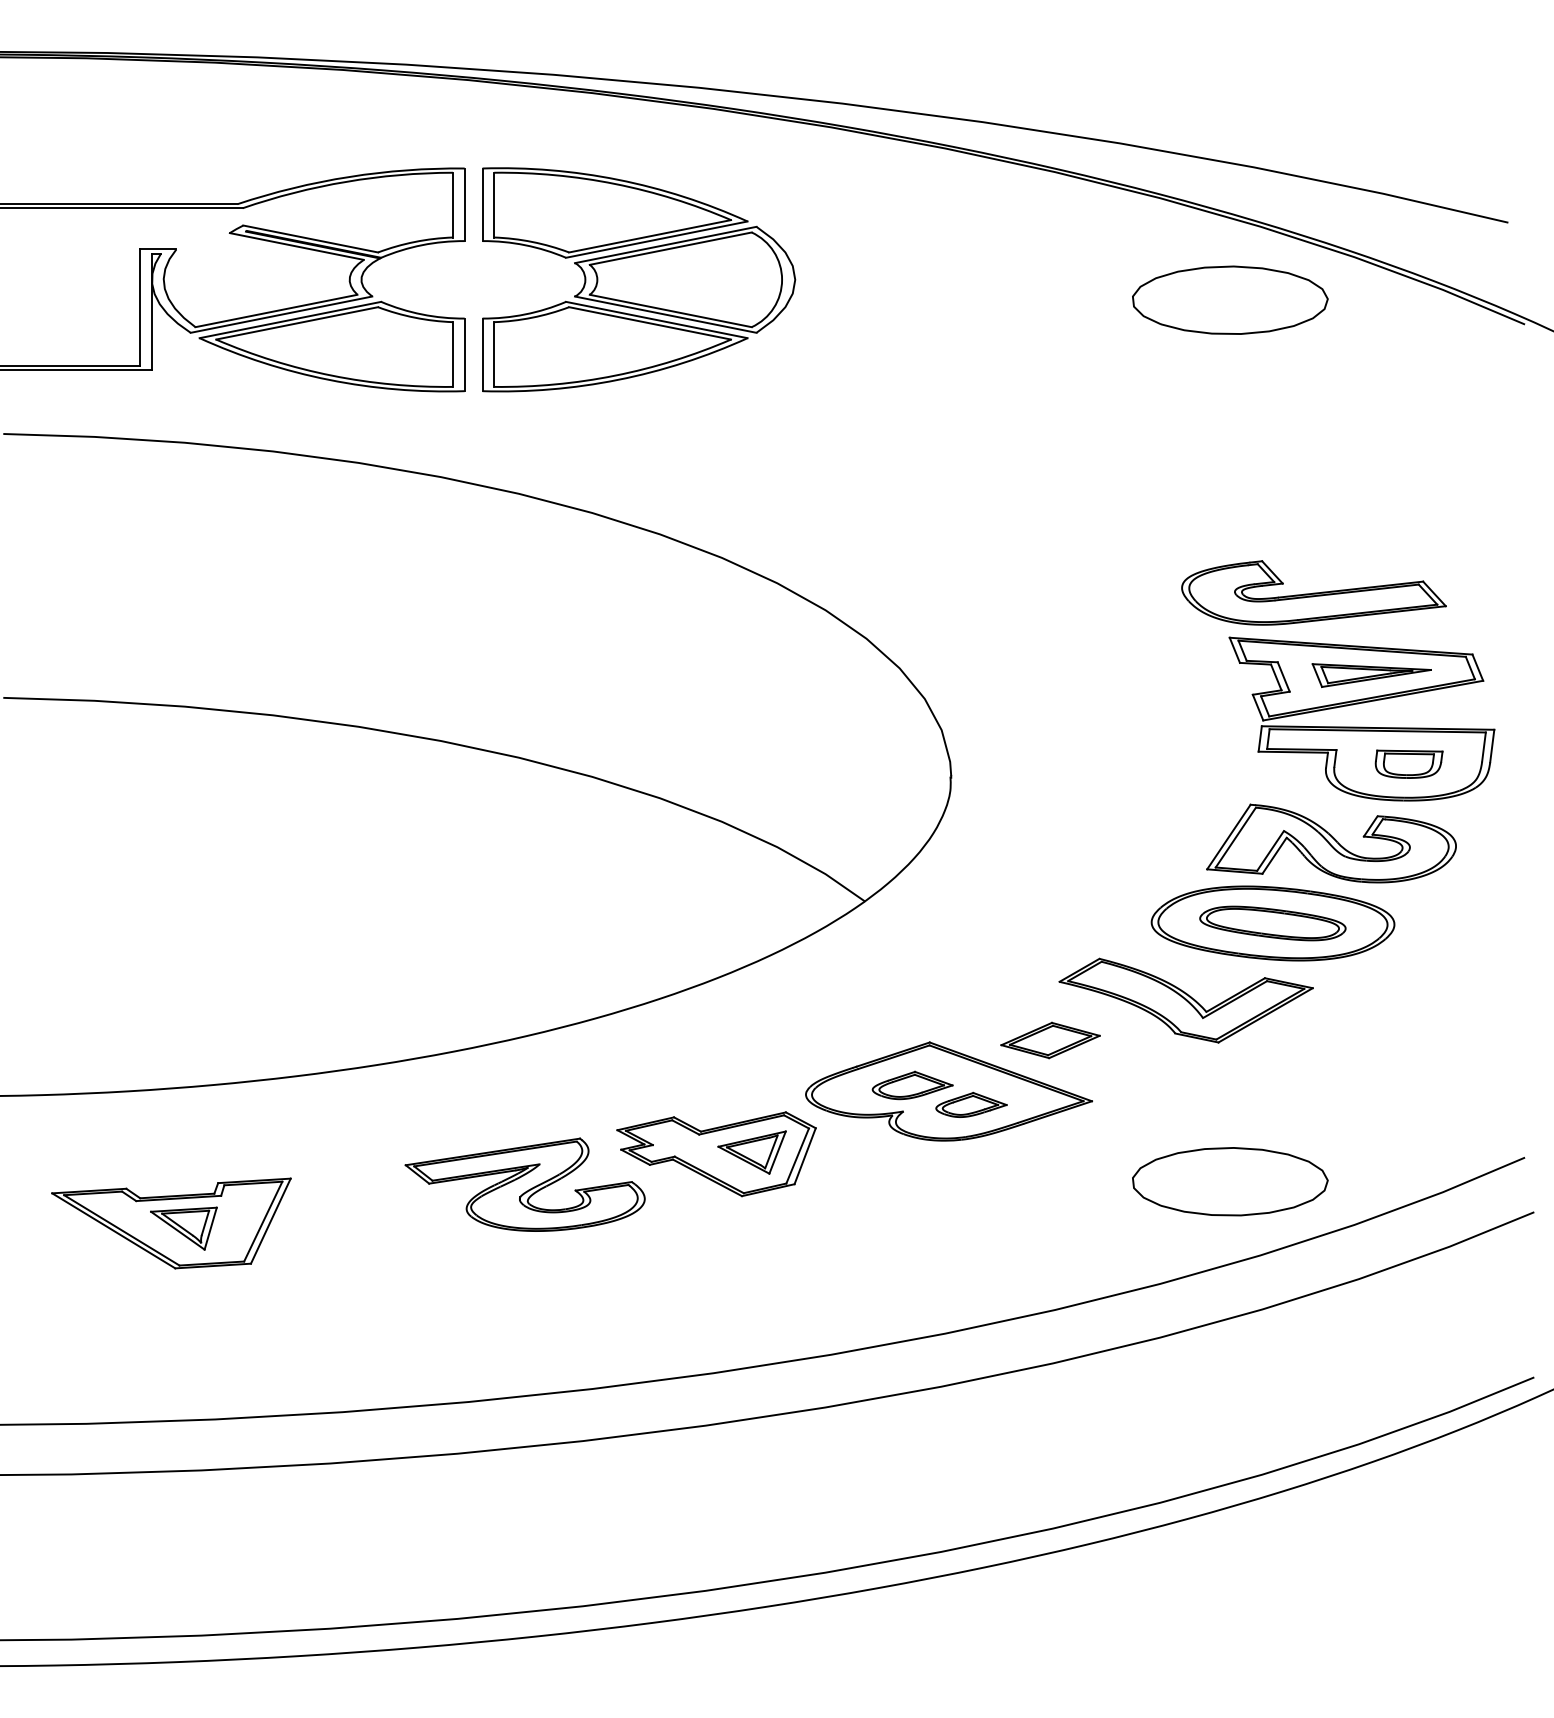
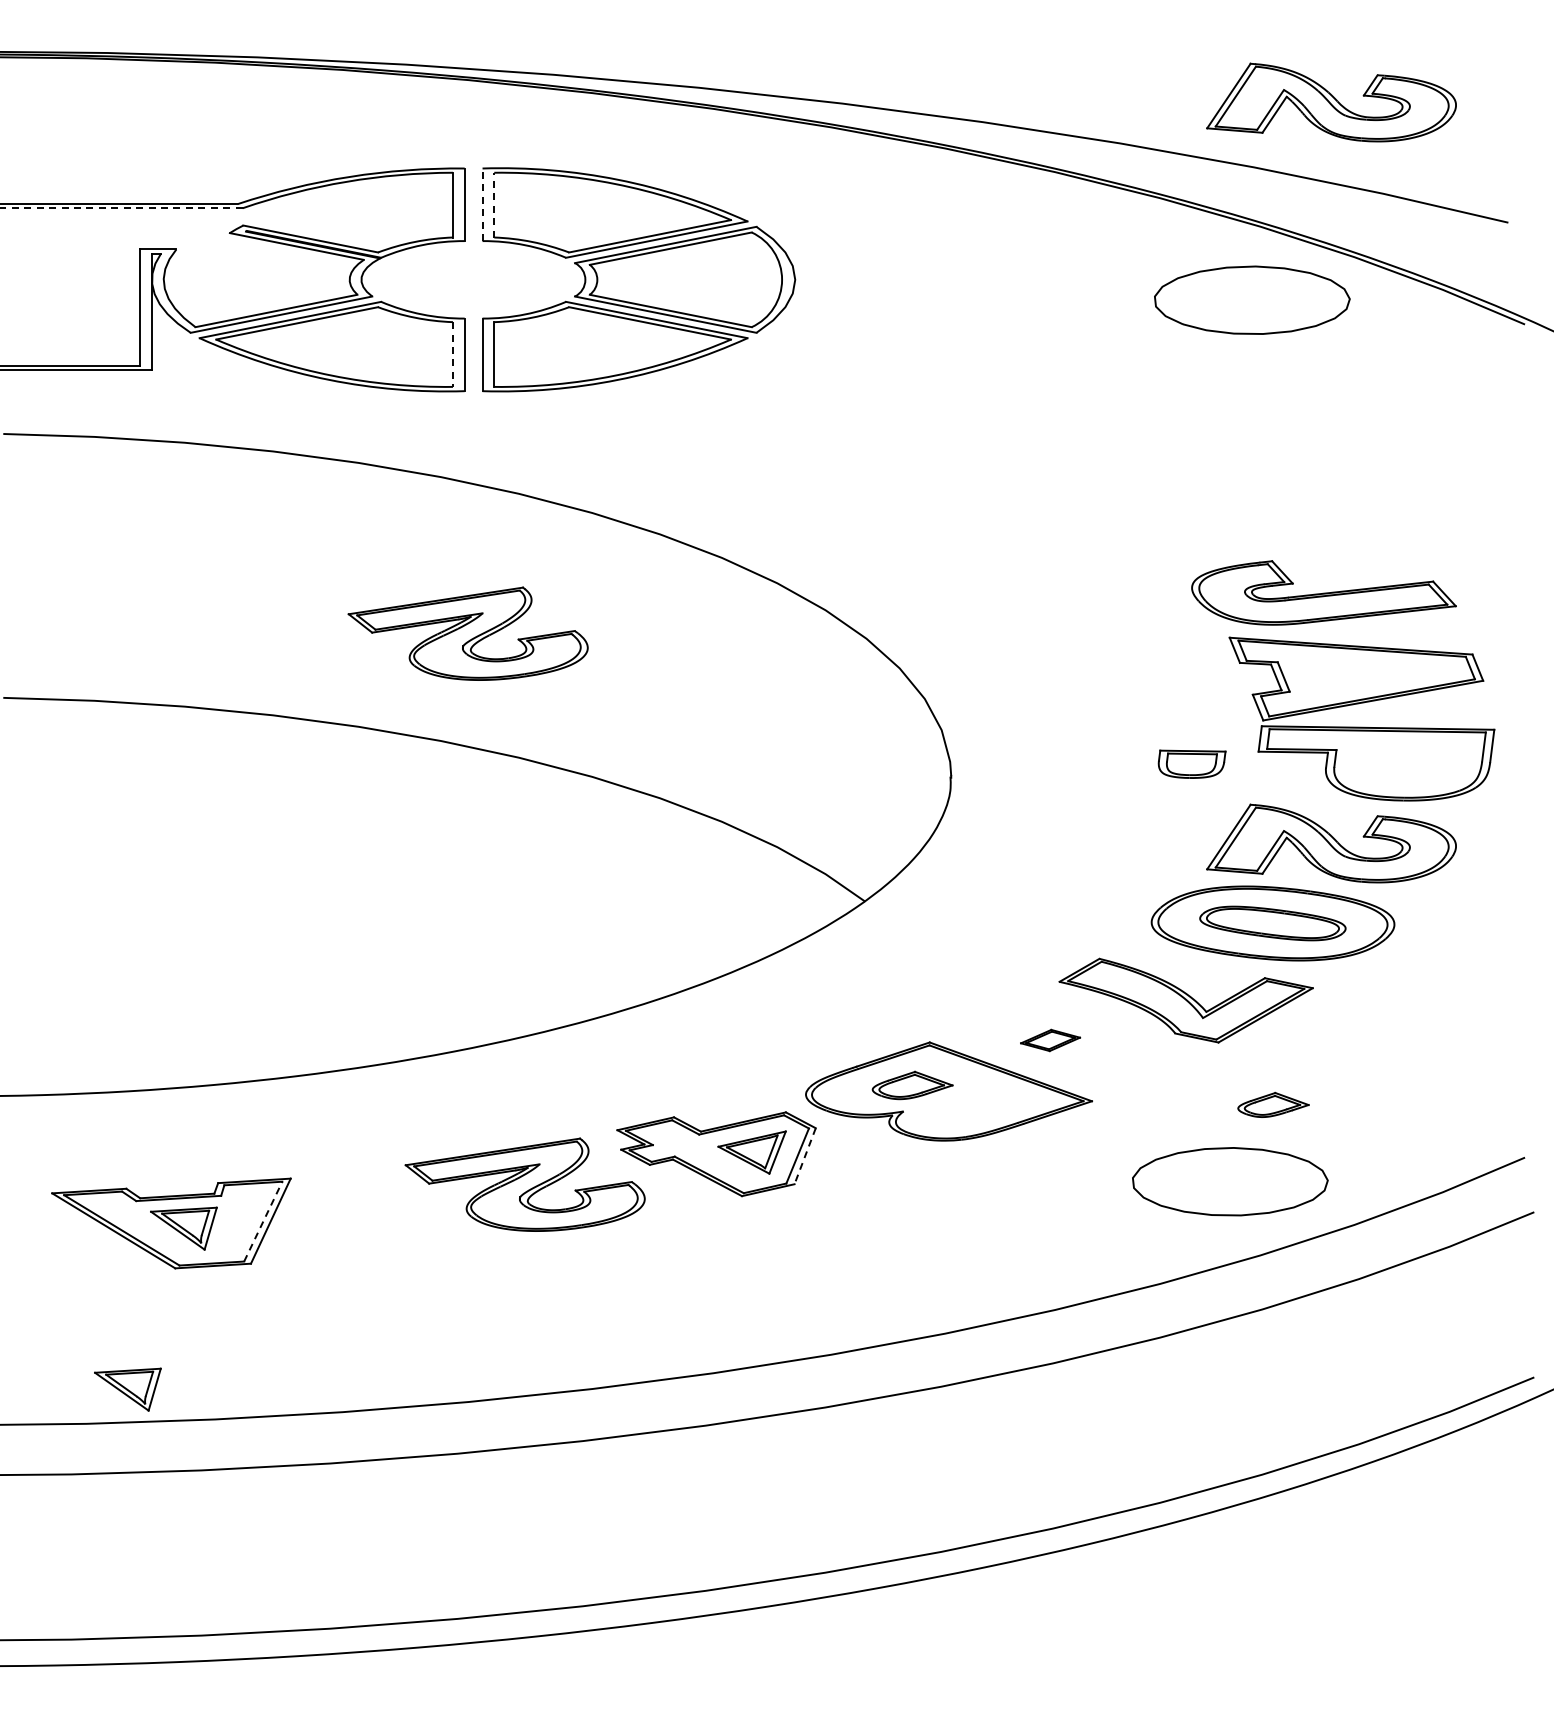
part at (1331, 102): none -> present
line at (482, 204): solid -> dashed
line at (494, 204): solid -> dashed
line at (121, 208): solid -> dashed
part at (1230, 299) position: (1230, 299) -> (1252, 299)
line at (452, 355): solid -> dashed
part at (1313, 592) position: (1313, 592) -> (1323, 592)
part at (467, 633): none -> present
part at (1371, 675): present -> none
part at (1408, 763) position: (1408, 763) -> (1191, 763)
part at (1050, 1040) size: 101x39 px -> 62x25 px
part at (971, 1104) position: (971, 1104) -> (1273, 1104)
line at (805, 1156): solid -> dashed
line at (263, 1221): solid -> dashed
part at (127, 1389): none -> present
